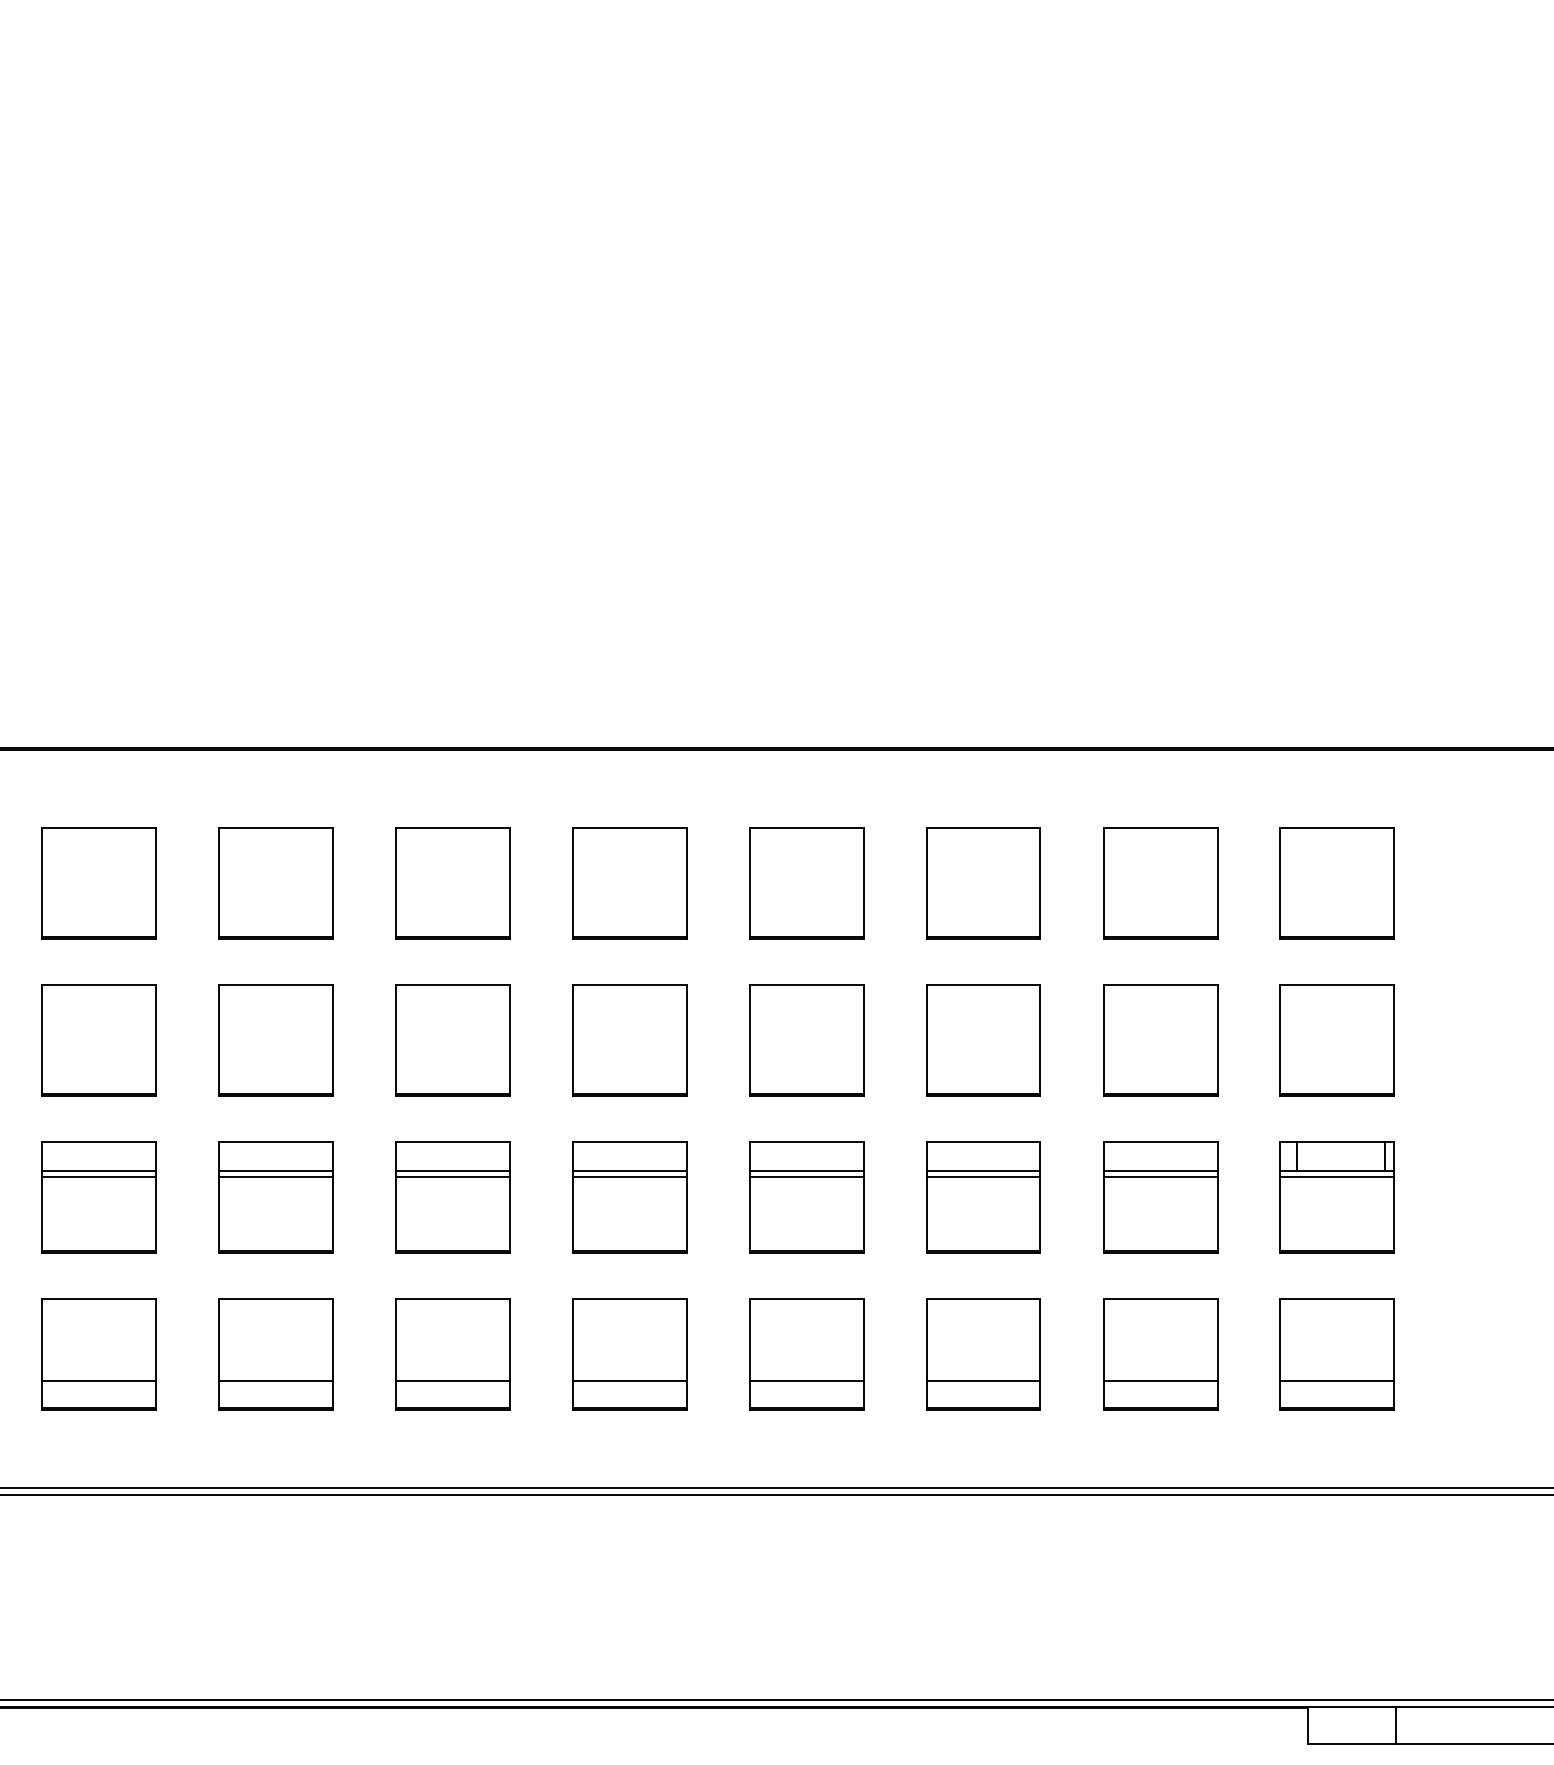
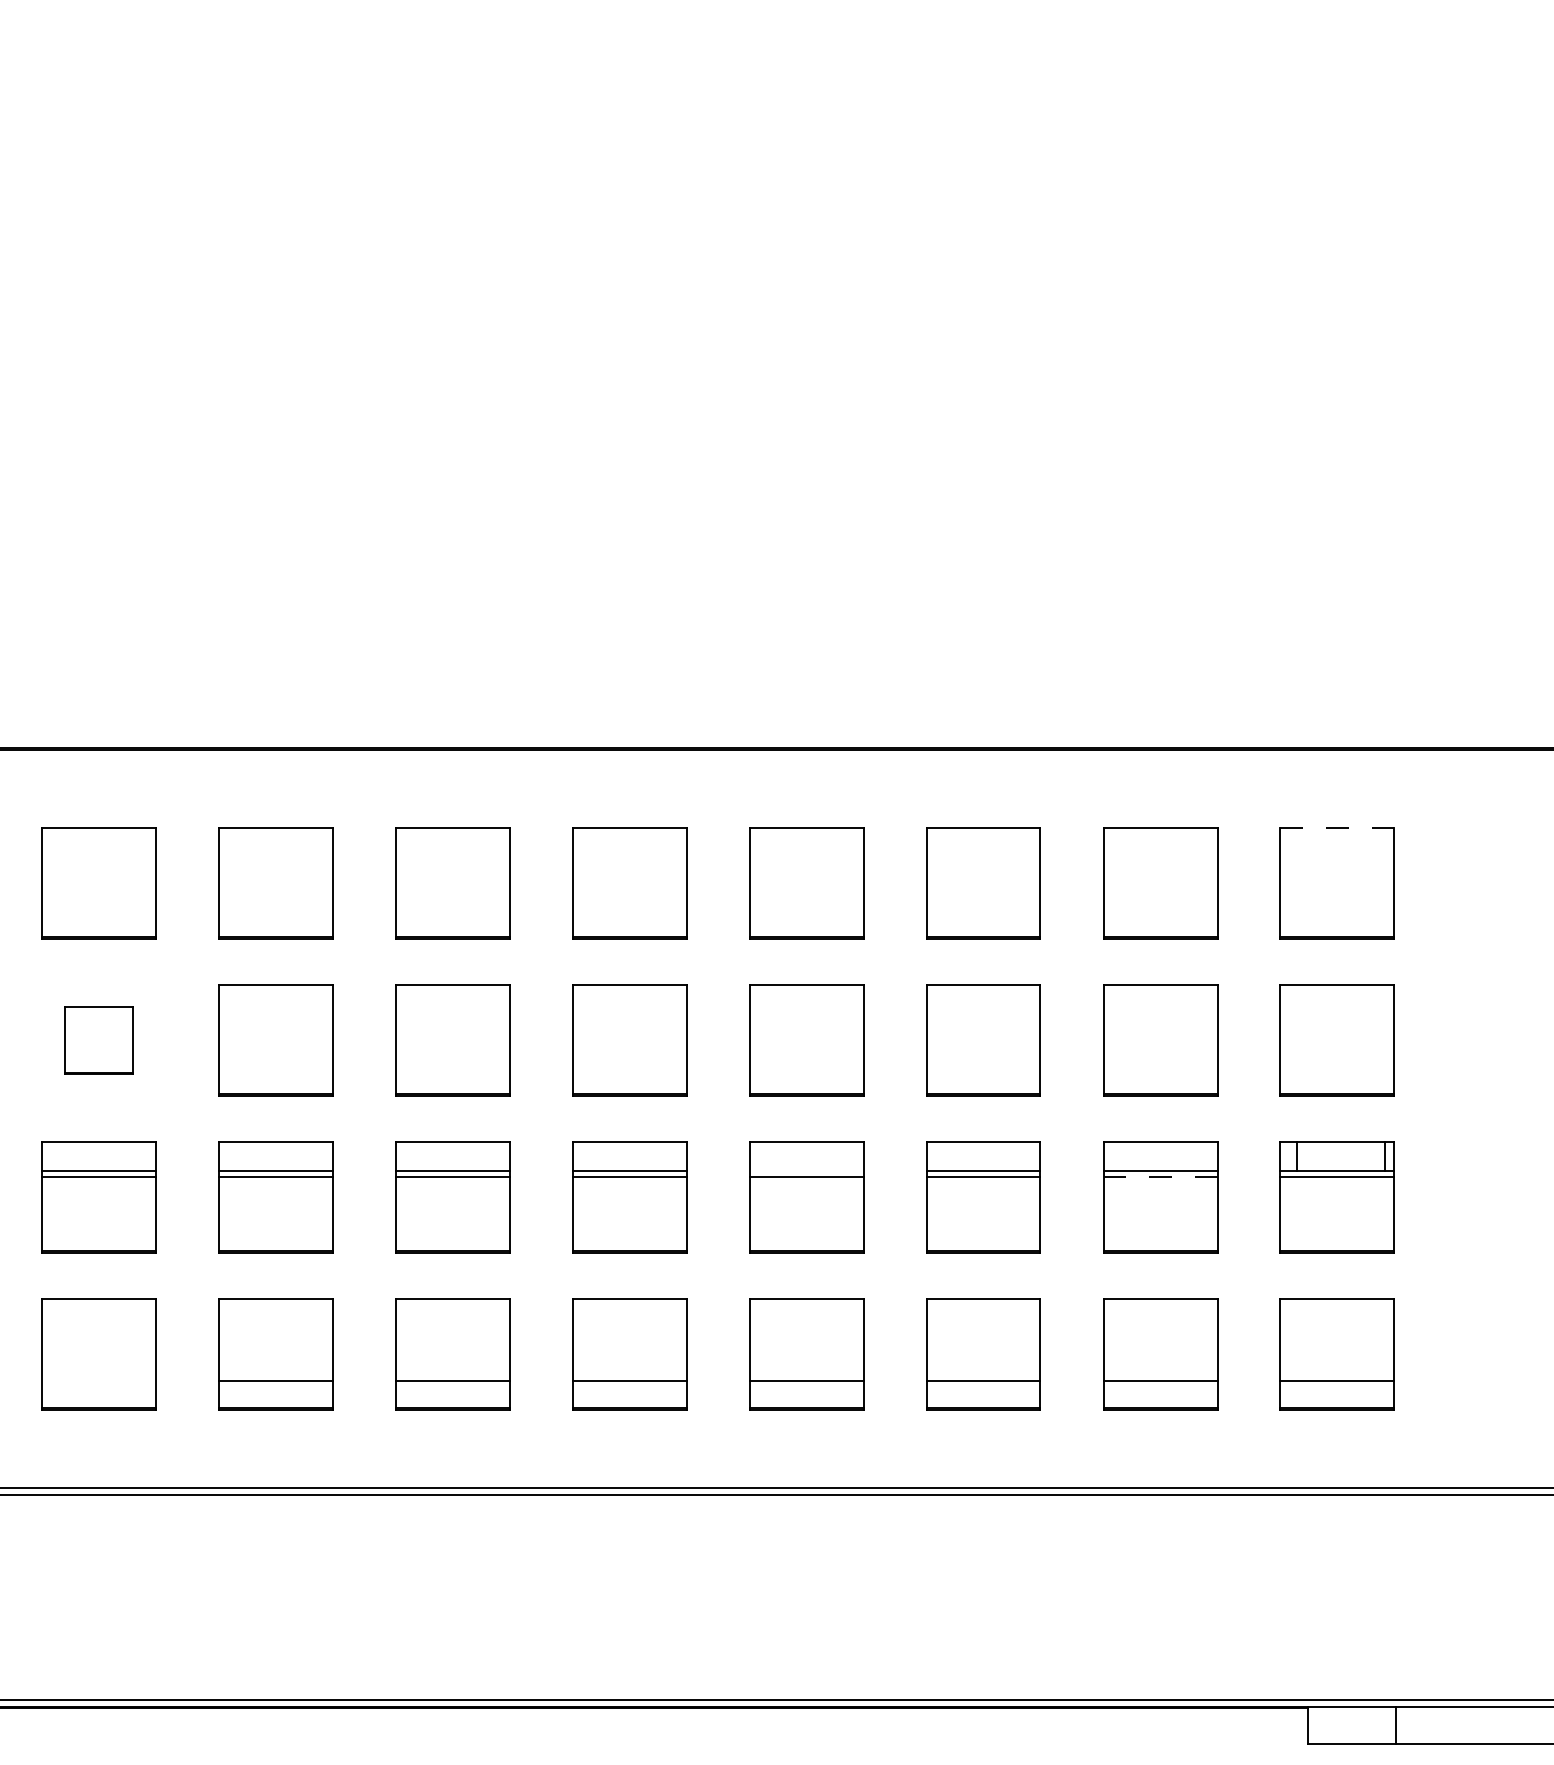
line at (1337, 828): solid -> dashed
part at (98, 1040) size: 116x113 px -> 70x69 px
line at (806, 1170): present -> none
line at (1160, 1176): solid -> dashed
line at (99, 1380): present -> none
